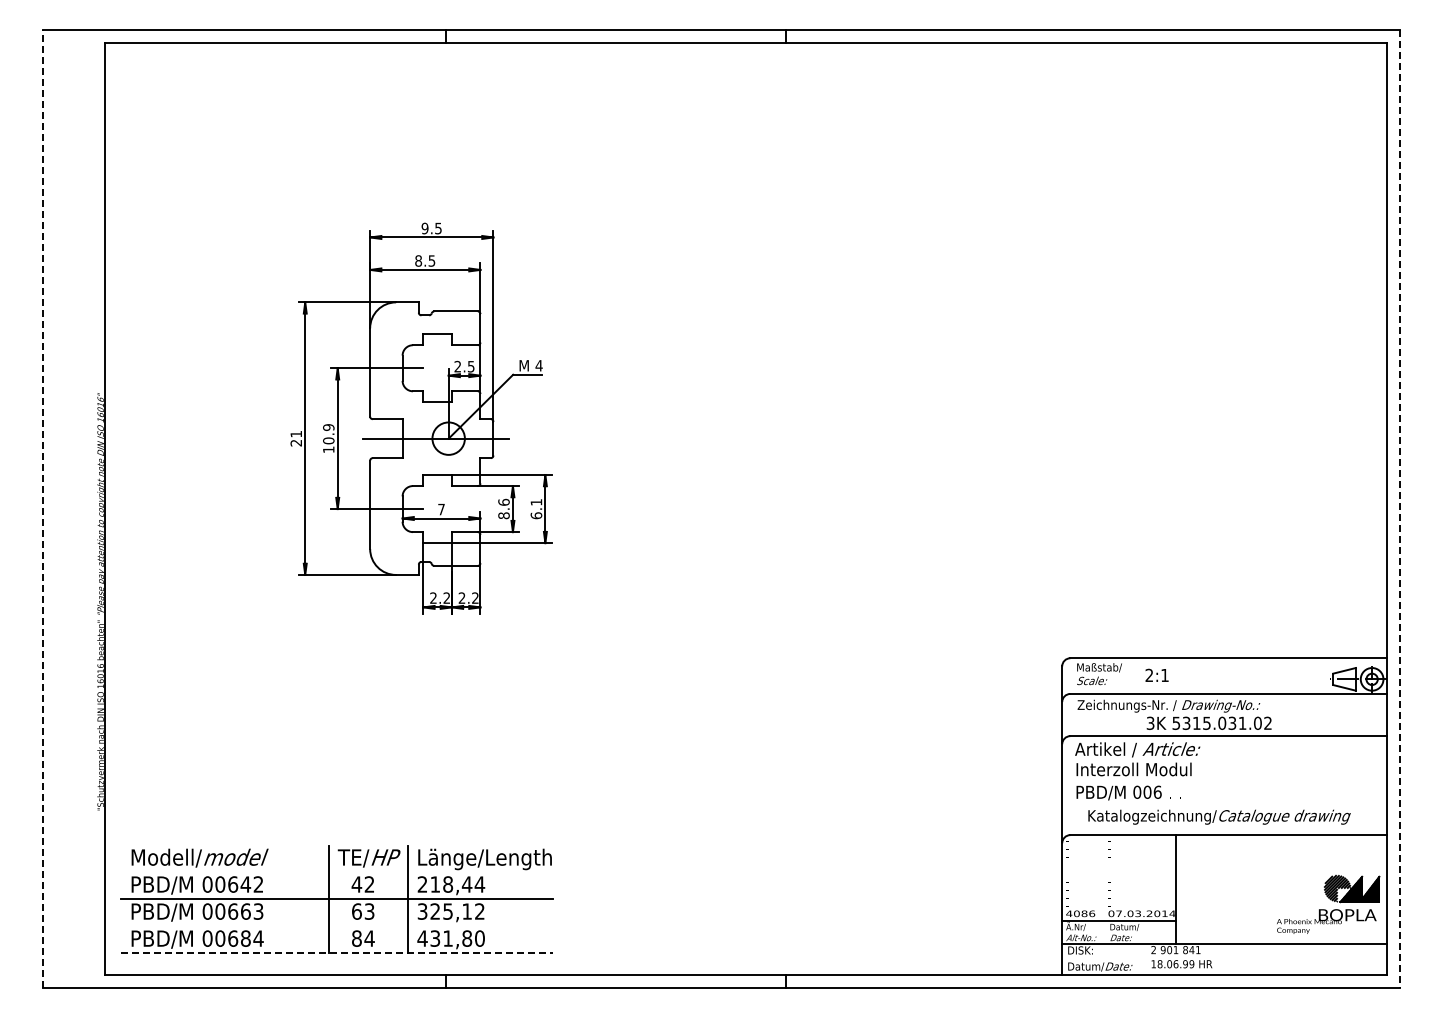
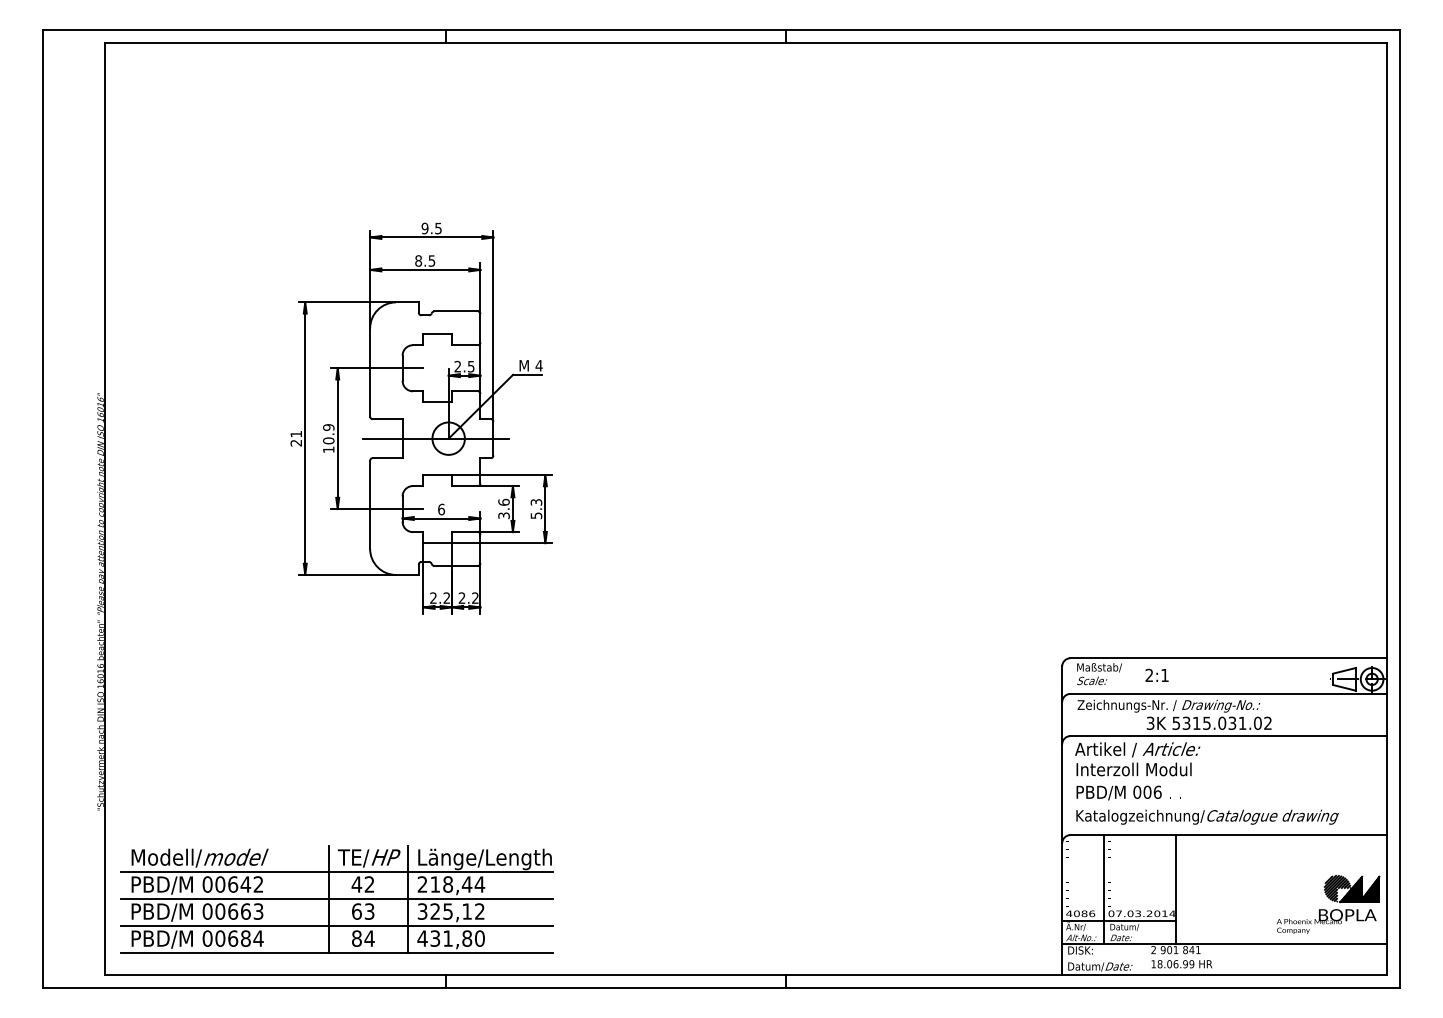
line at (43, 509): dashed -> solid
text at (441, 509): 7 -> 6
text at (536, 509): 6.1 -> 5.3
line at (1399, 509): dashed -> solid
text at (503, 515): 8.6 -> 3.6
text at (1219, 816) position: (1219, 816) -> (1207, 816)
line at (336, 872): none -> present
line at (1104, 889): none -> present
line at (336, 926): none -> present
line at (336, 953): dashed -> solid
